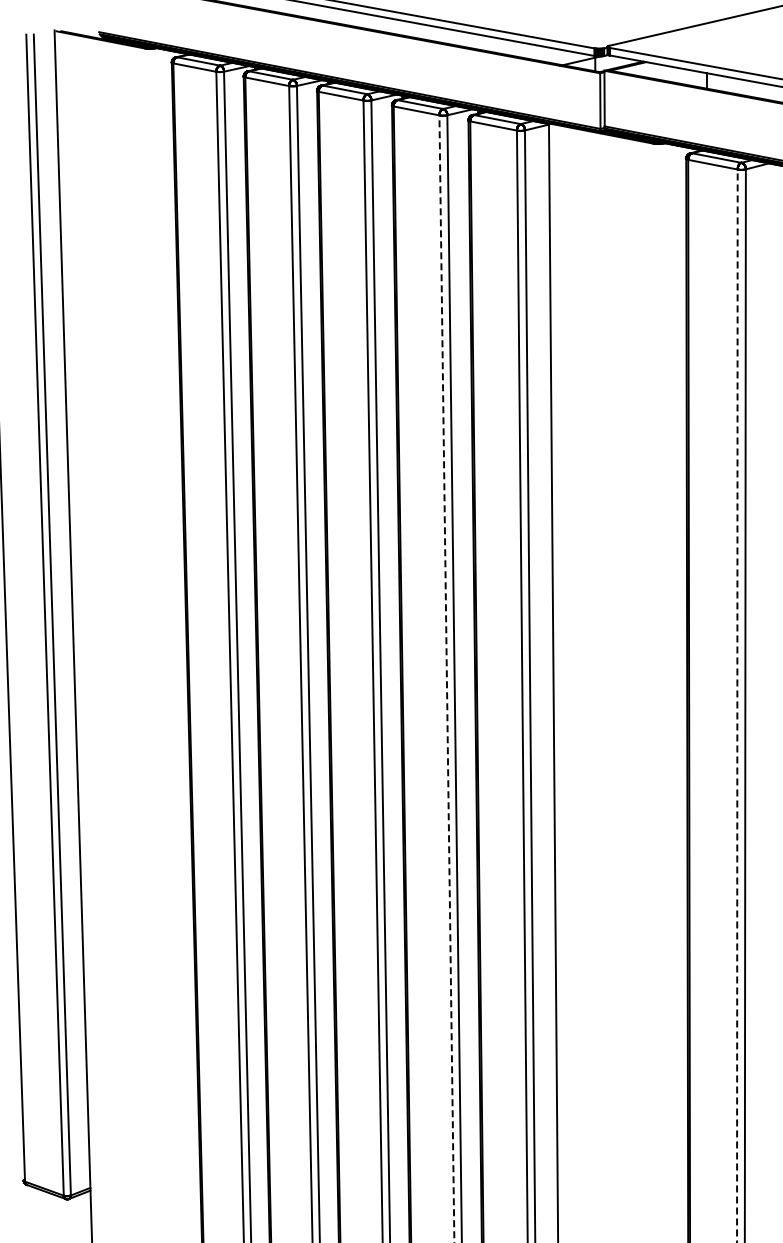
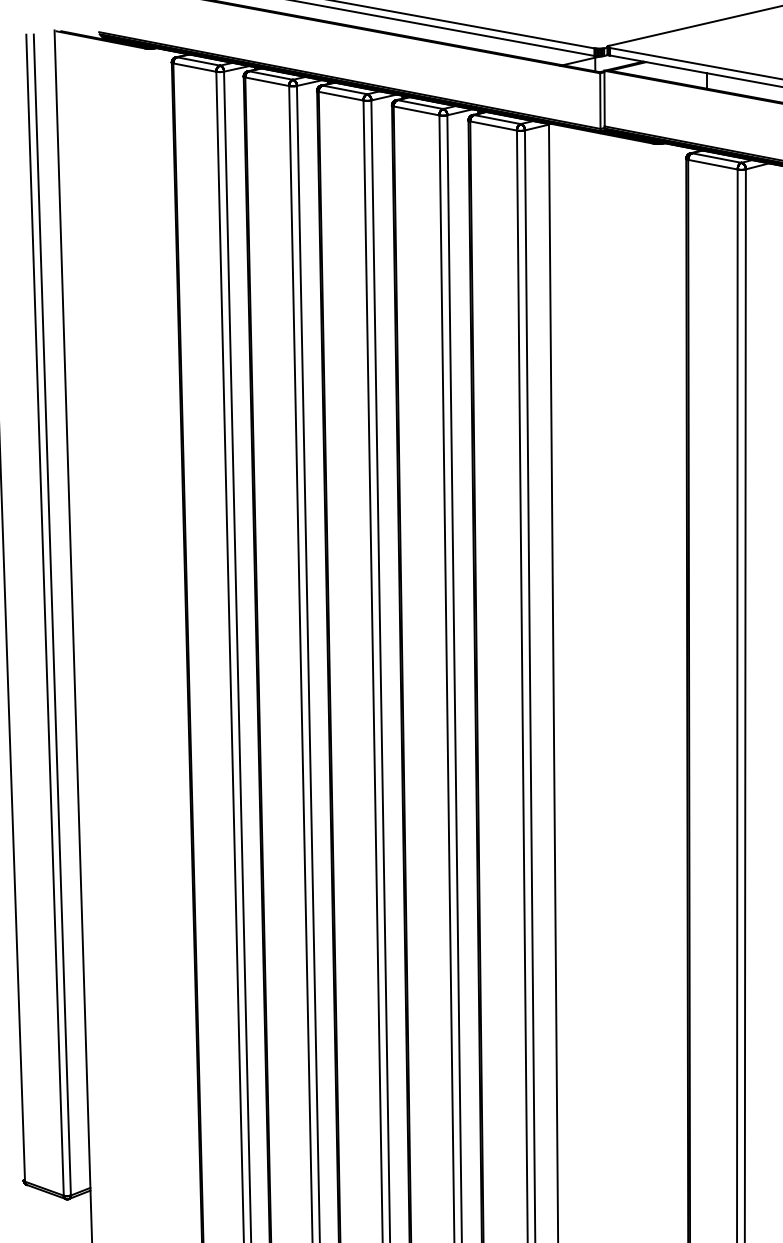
line at (446, 678): dashed -> solid
line at (737, 705): dashed -> solid
